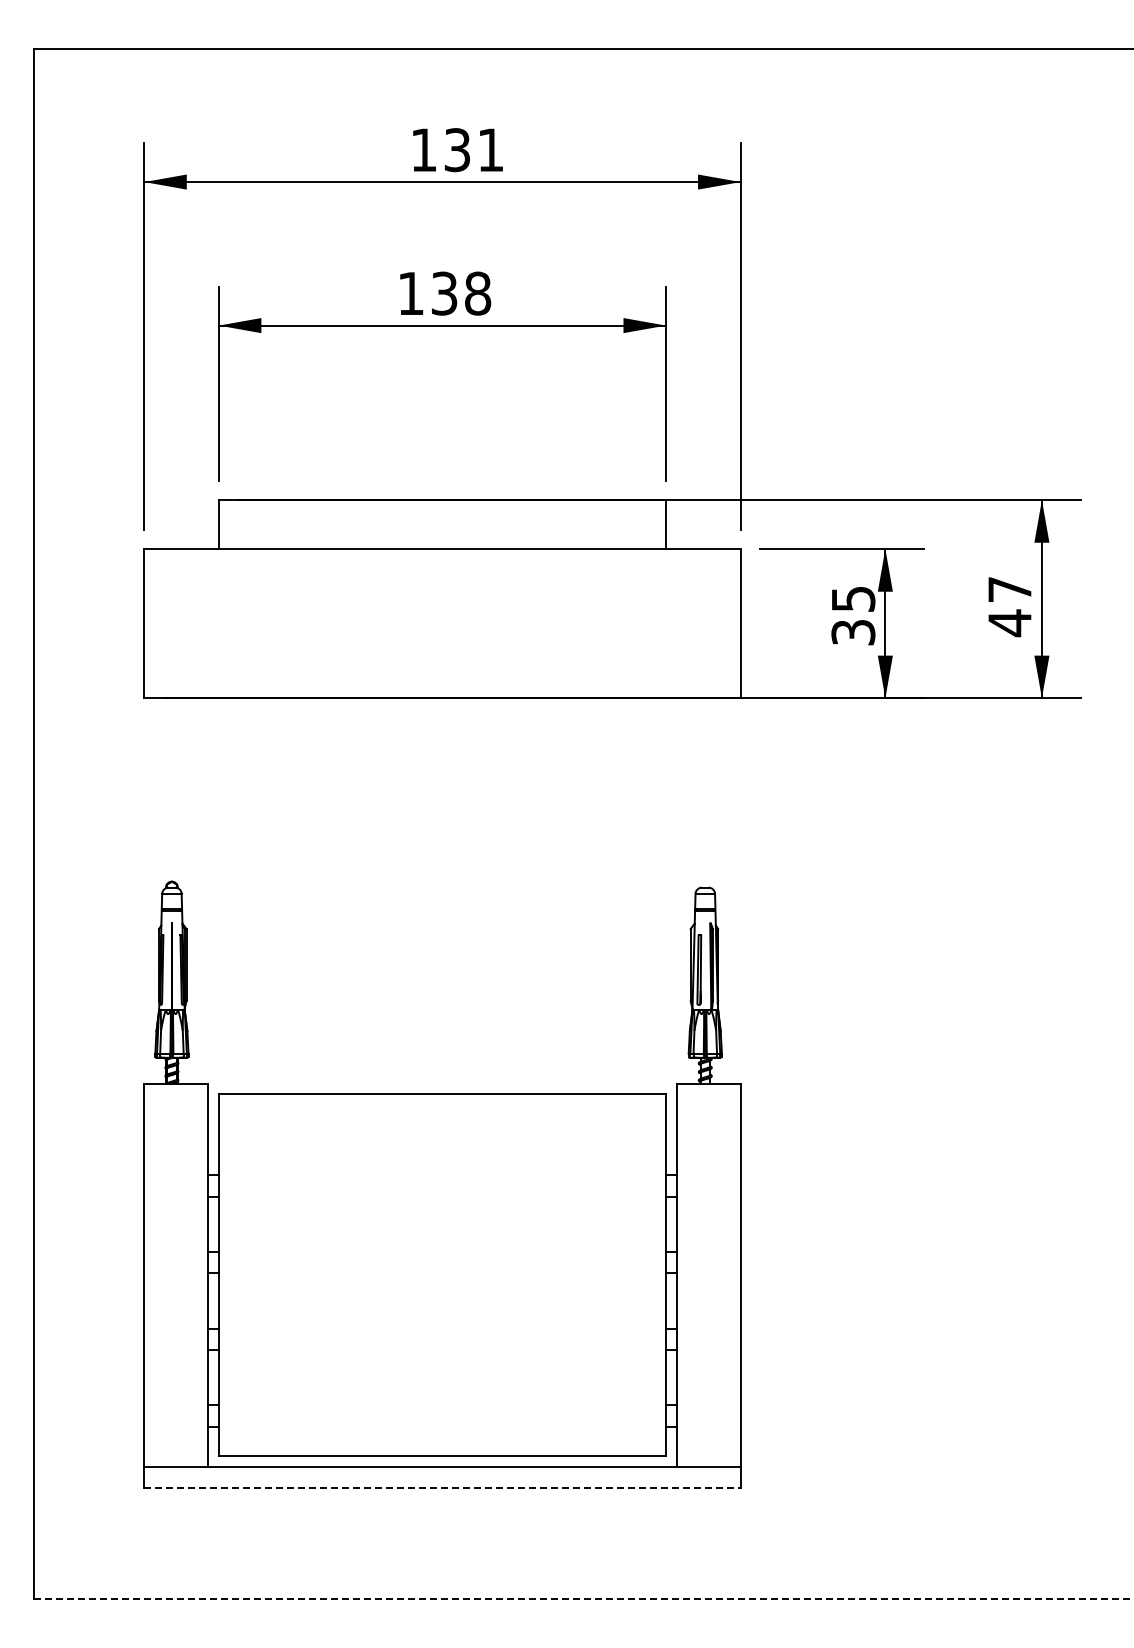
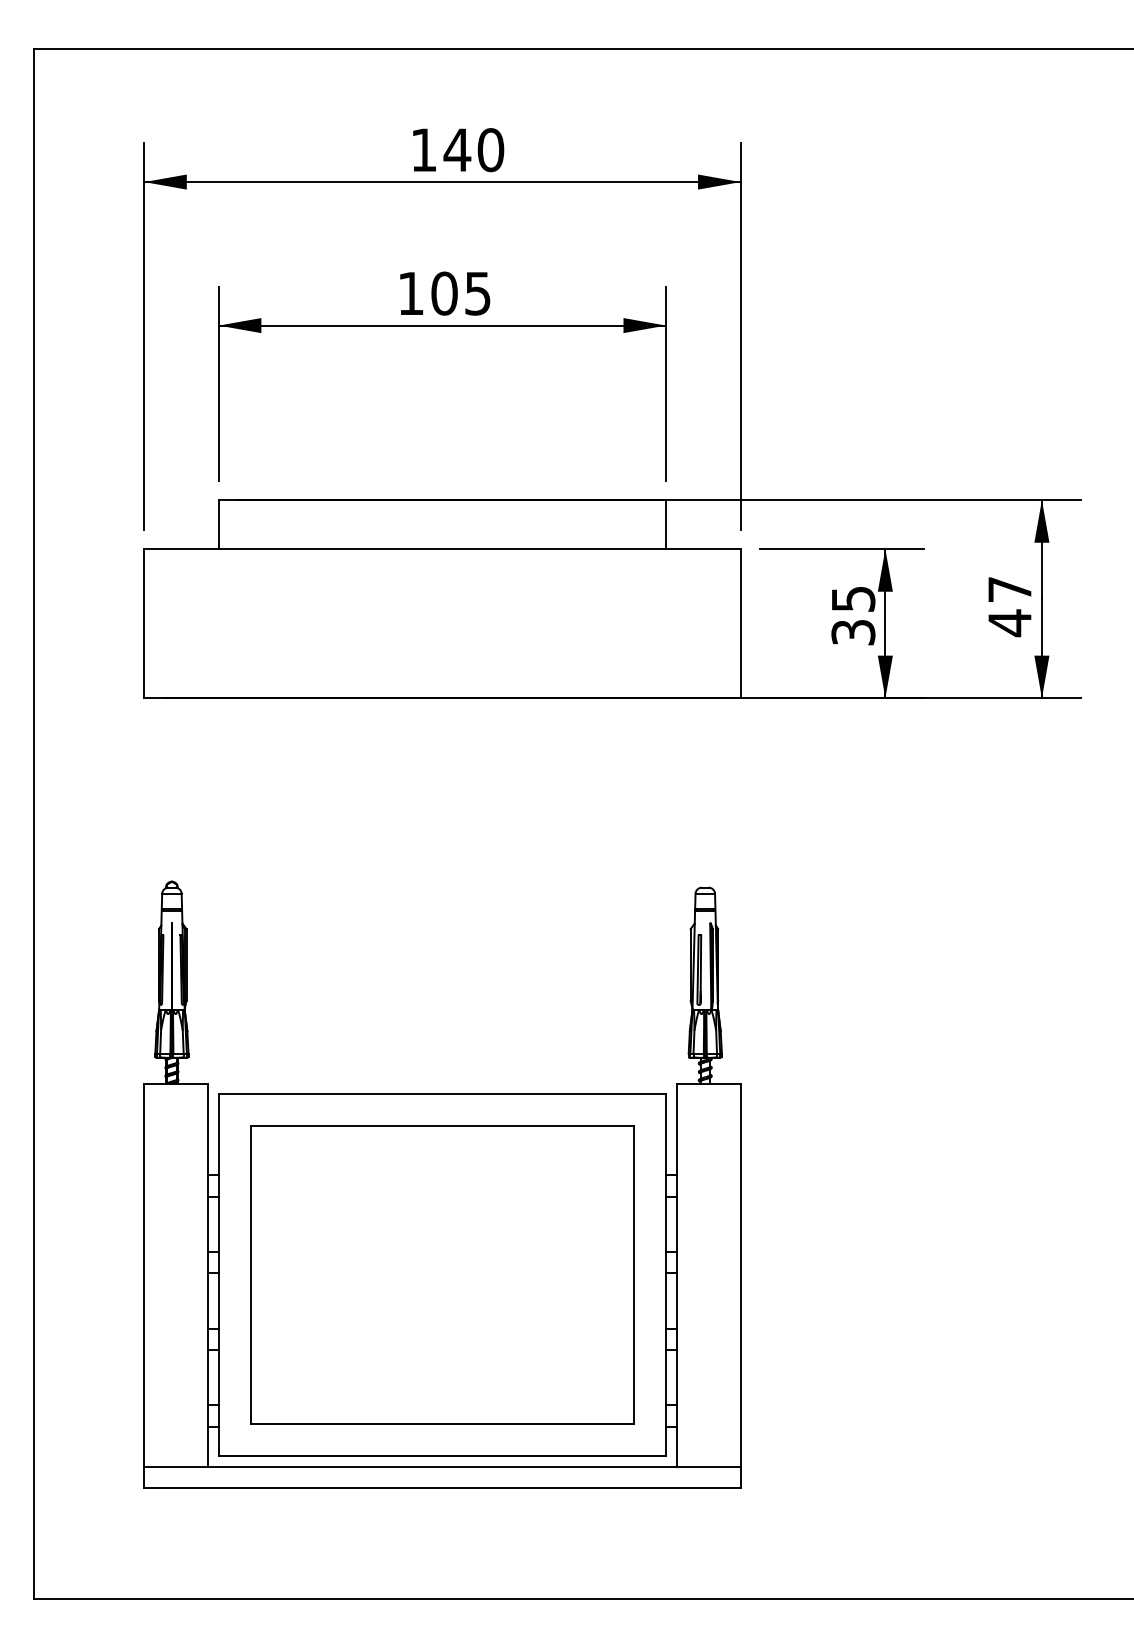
text at (473, 150): 131 -> 140
text at (461, 293): 138 -> 105
part at (442, 1274): none -> present
line at (442, 1488): dashed -> solid
line at (583, 1598): dashed -> solid
